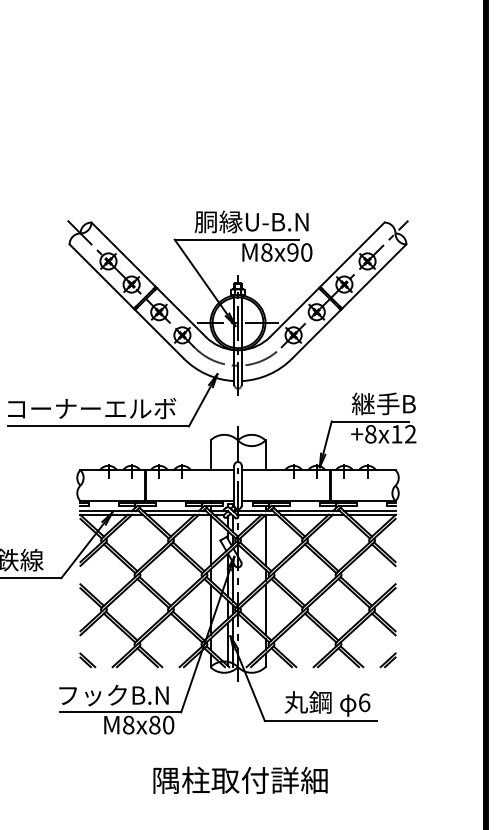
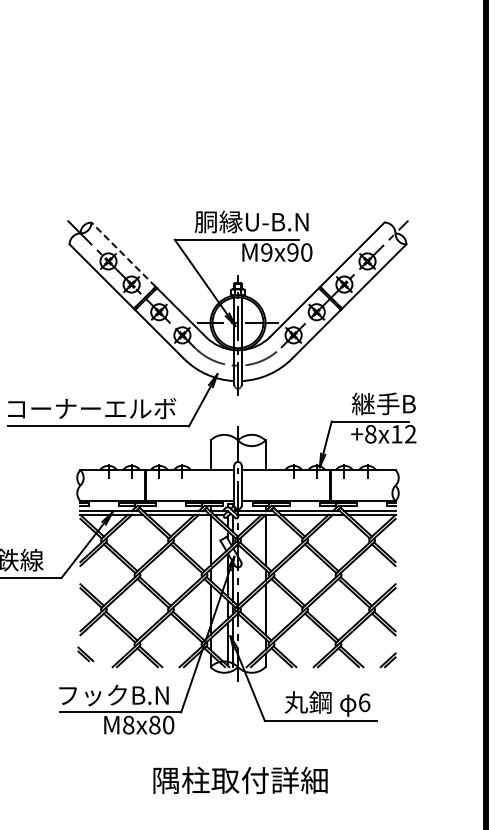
text at (266, 252): M8x90 -> M9x90
line at (123, 254): solid -> dashed
part at (87, 660) position: (87, 660) -> (85, 654)
